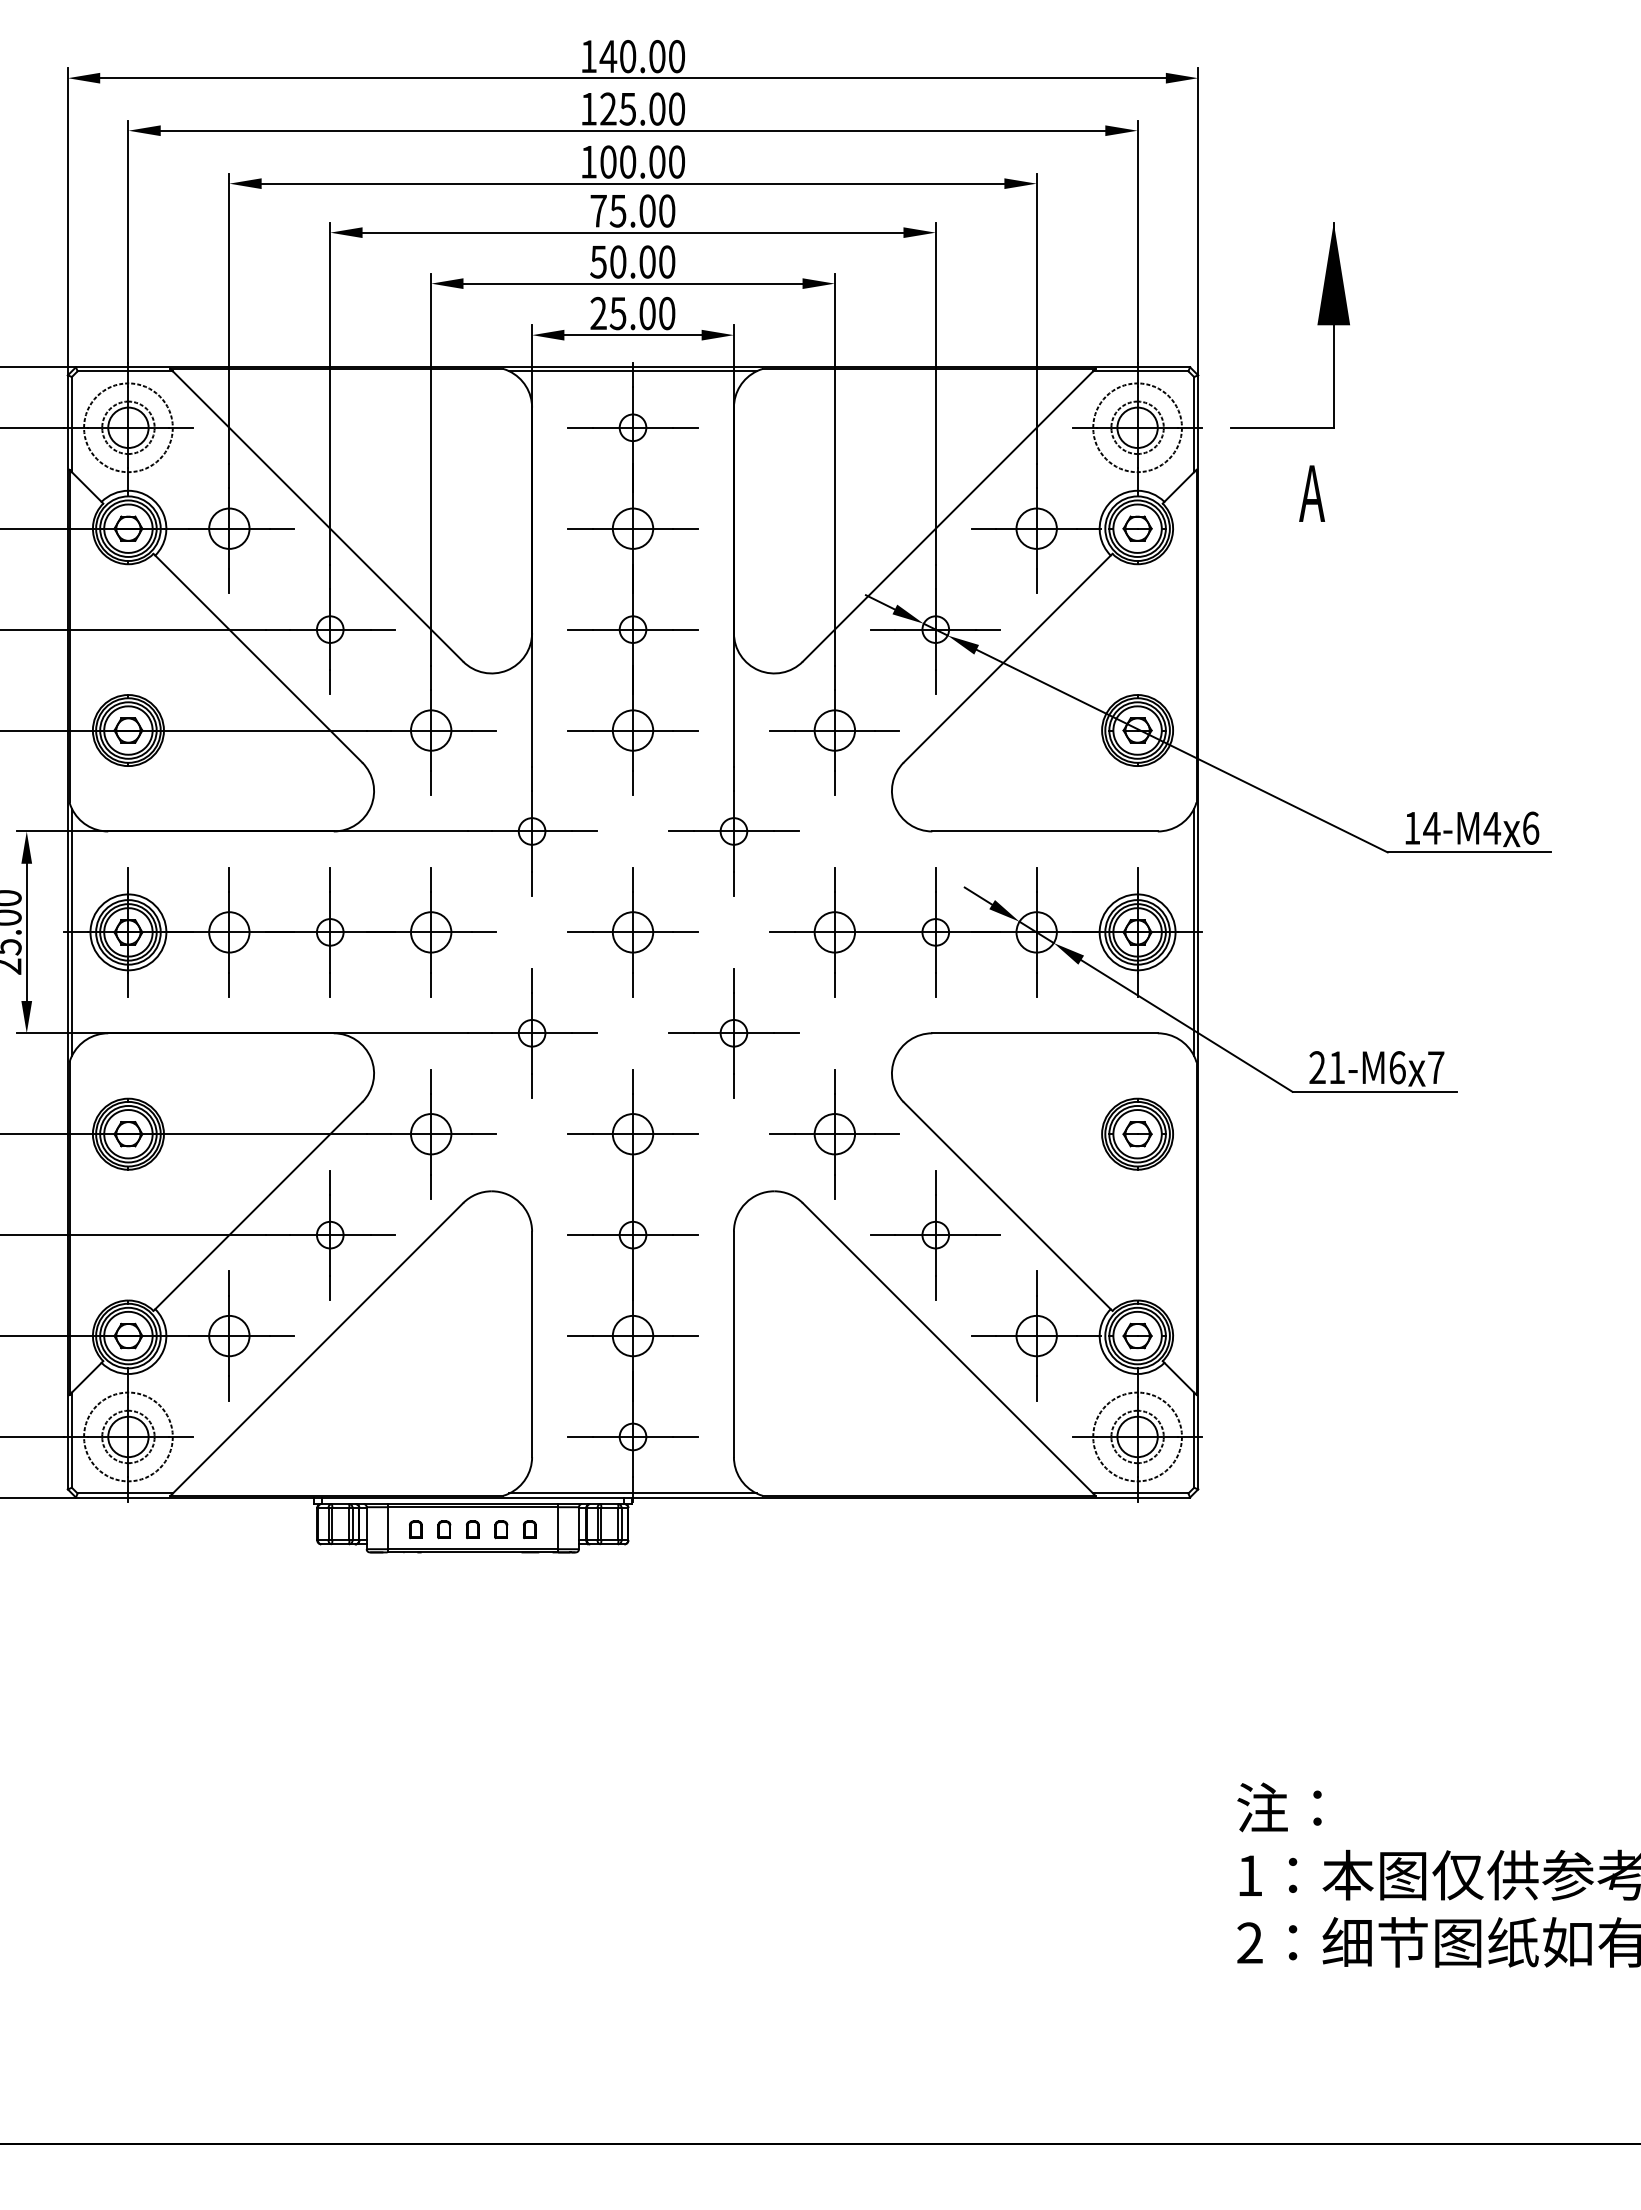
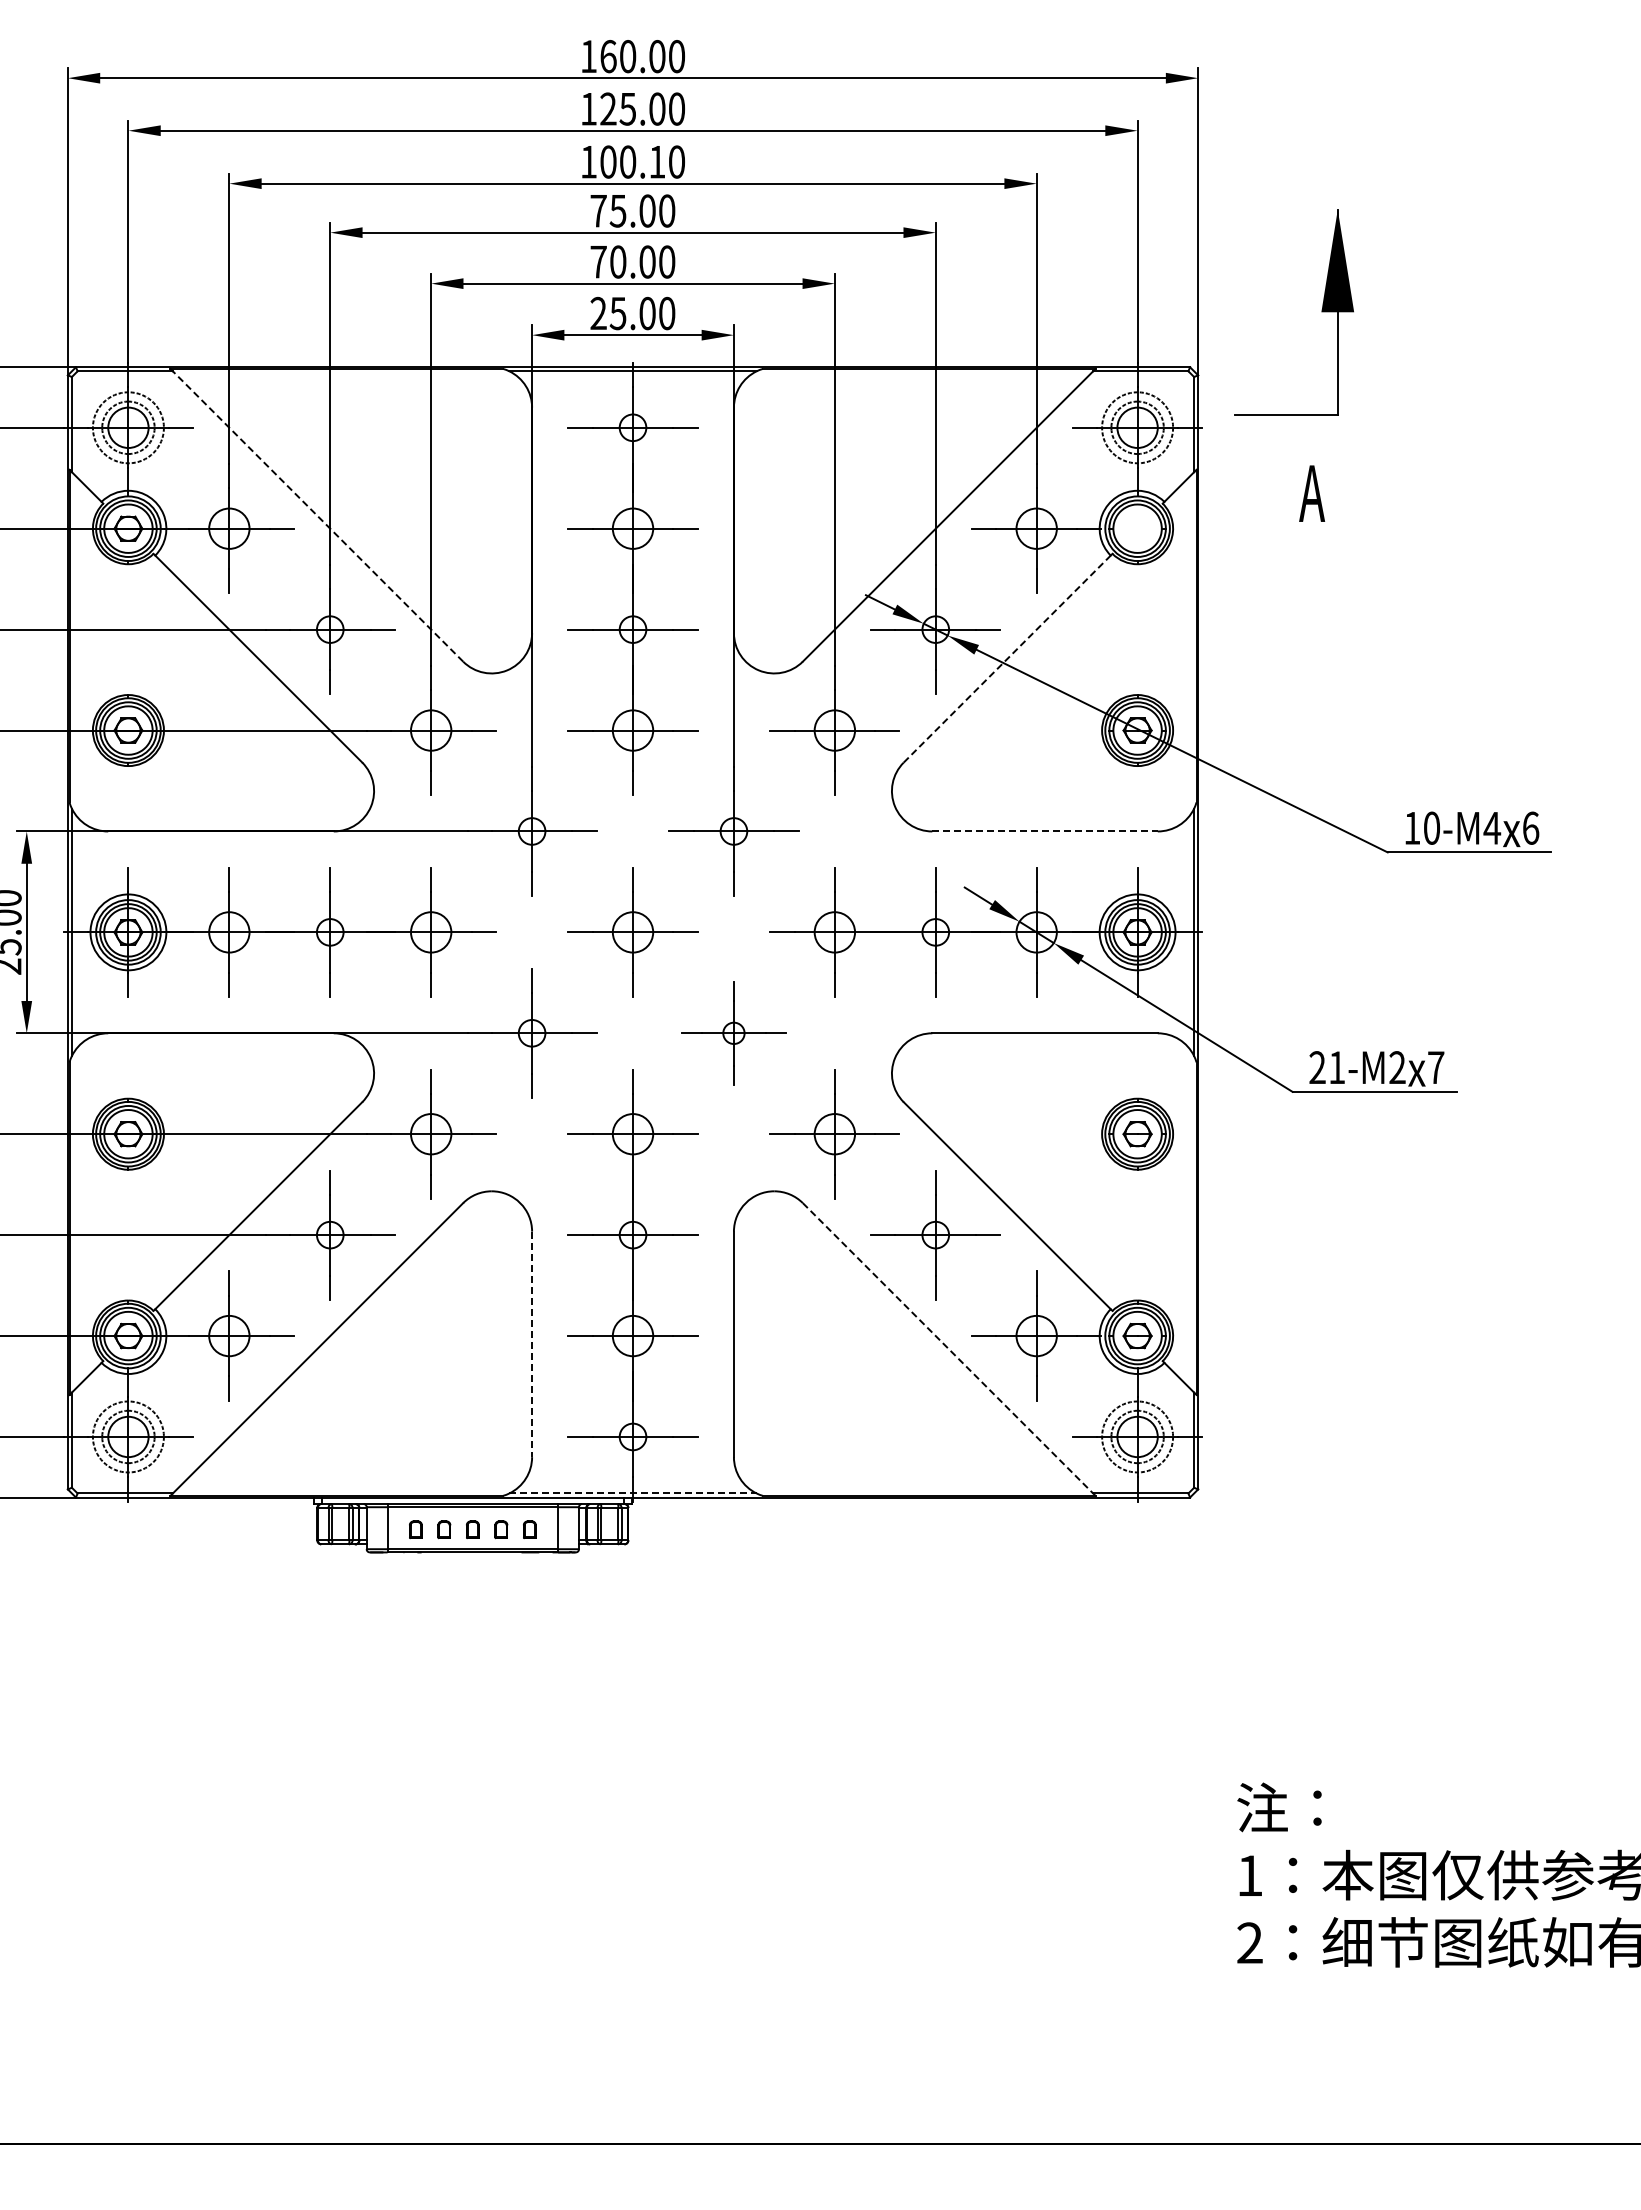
text at (608, 56): 140.00 -> 160.00
text at (657, 161): 100.00 -> 100.10
text at (598, 262): 50.00 -> 70.00
part at (1317, 325) position: (1317, 325) -> (1321, 312)
circle at (128, 427) diameter: 89 px -> 71 px
circle at (1137, 427) diameter: 89 px -> 71 px
line at (317, 516): solid -> dashed
part at (1137, 528): present -> none
line at (1007, 658): solid -> dashed
text at (1431, 827): 14-M4 -> 10-M4
line at (1045, 831): solid -> dashed
part at (733, 1033) size: 132x131 px -> 106x105 px
text at (1397, 1067): 21-M6 -> 21-M2
line at (532, 1344): solid -> dashed
line at (948, 1348): solid -> dashed
circle at (128, 1436) diameter: 89 px -> 71 px
circle at (1137, 1436) diameter: 89 px -> 71 px
line at (633, 1493): solid -> dashed
